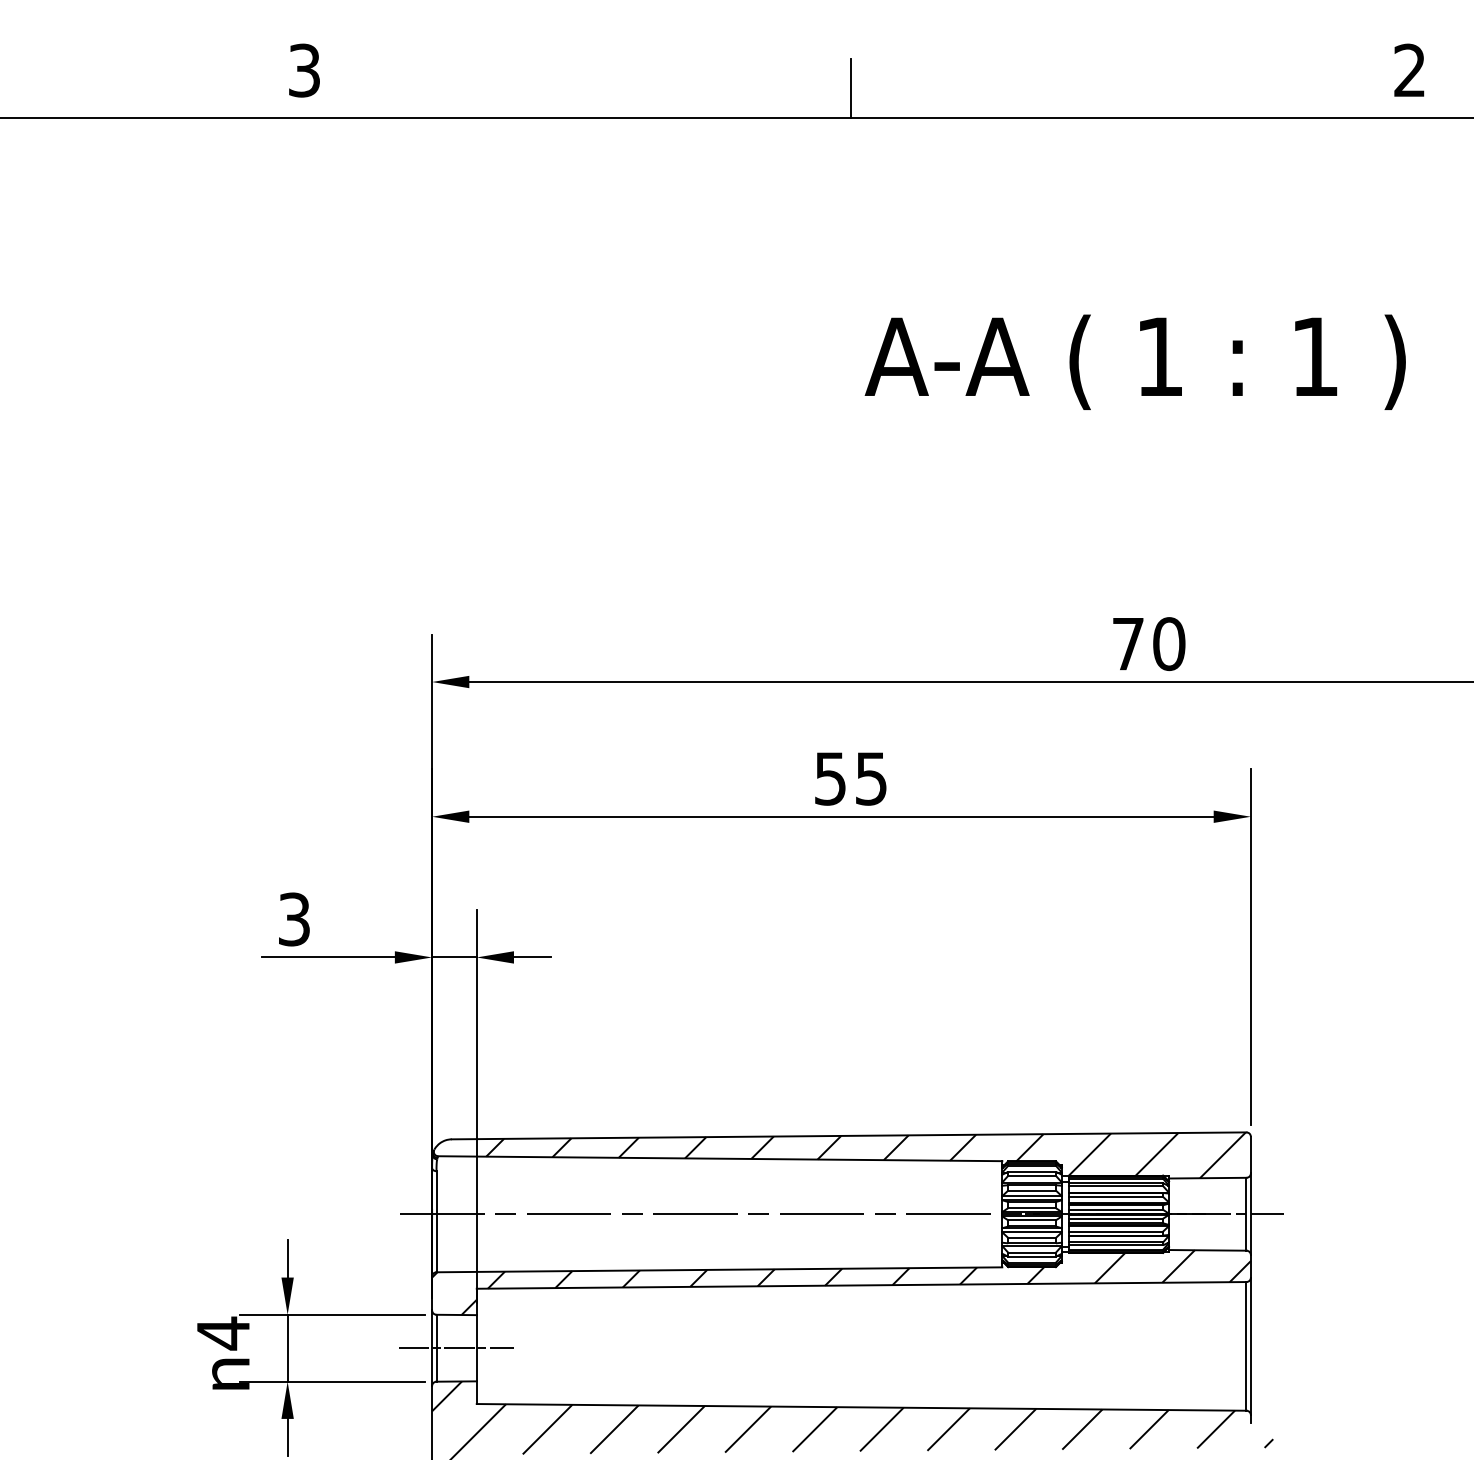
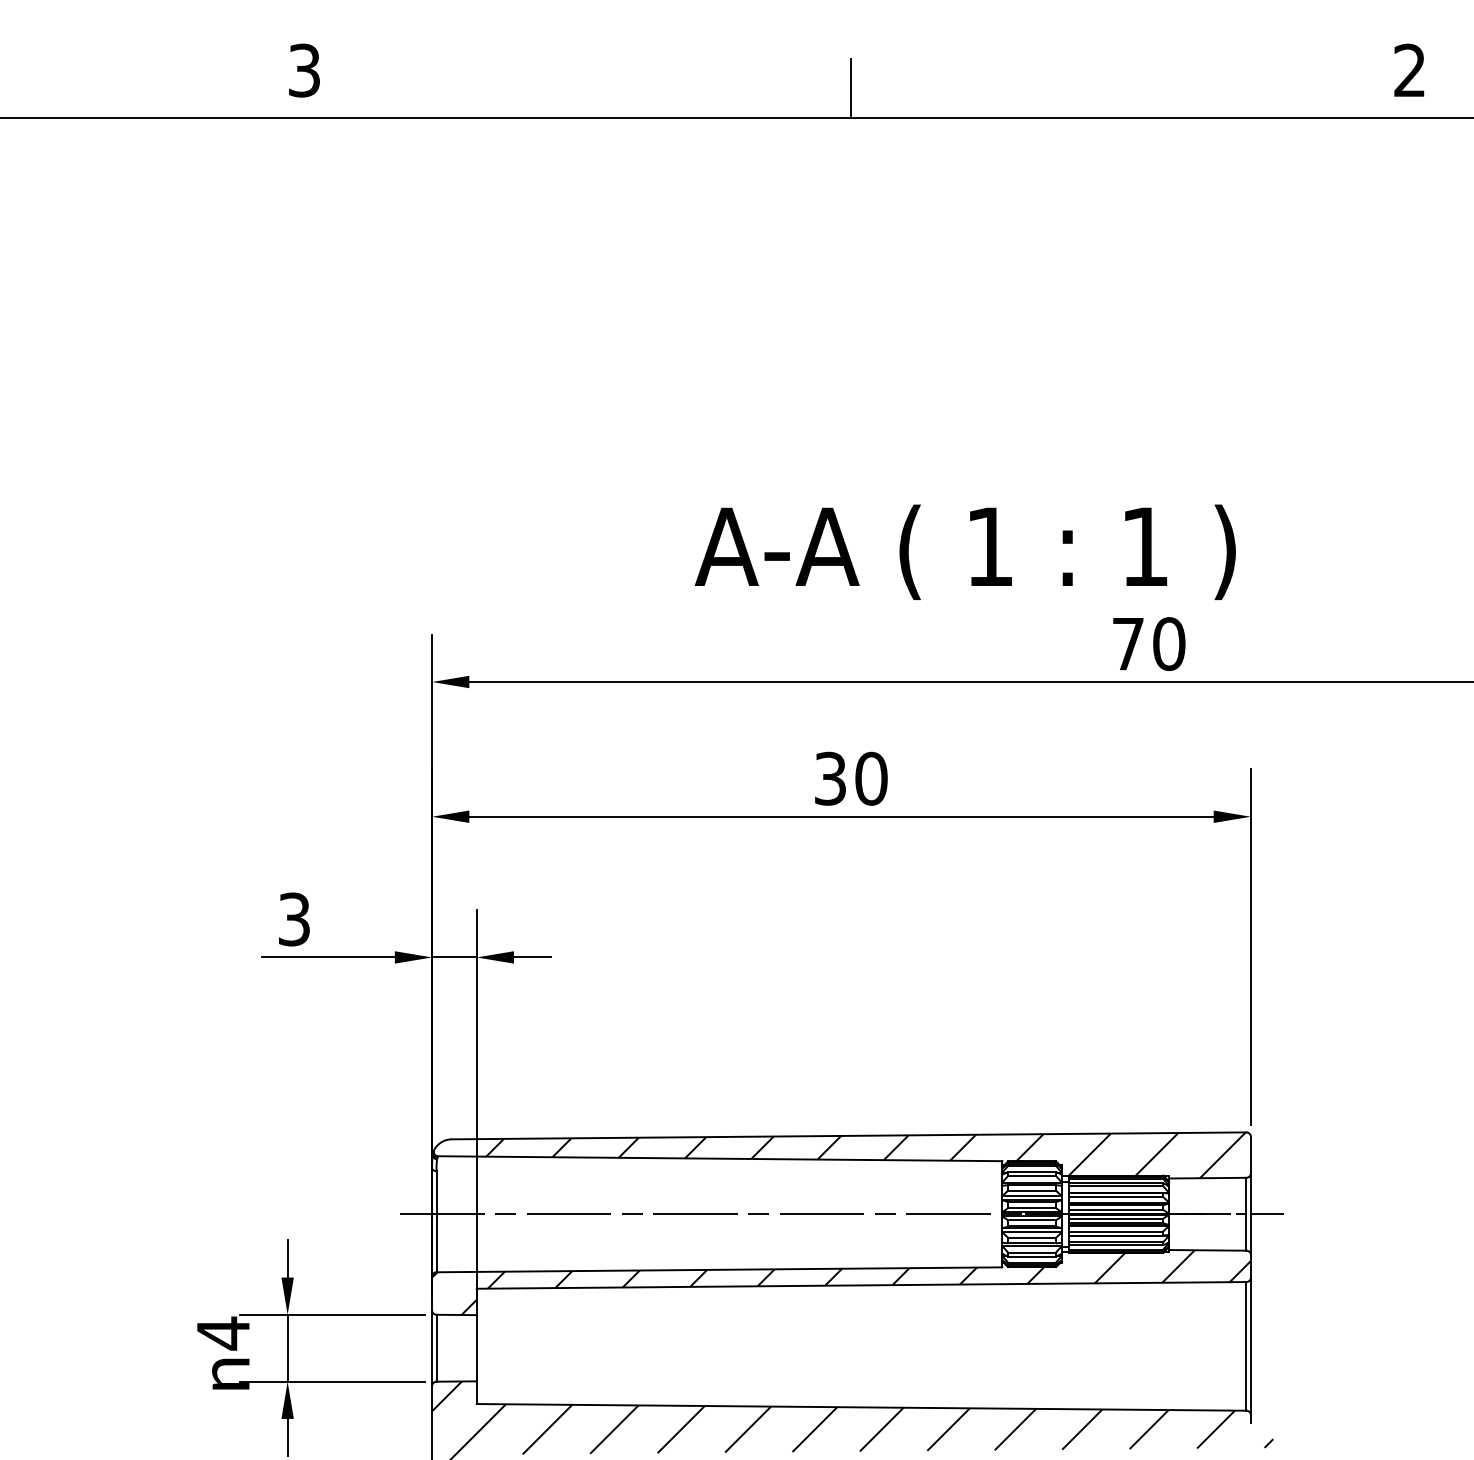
text at (1134, 361) position: (1134, 361) -> (964, 551)
text at (851, 778): 55 -> 30
line at (456, 1348): present -> none
